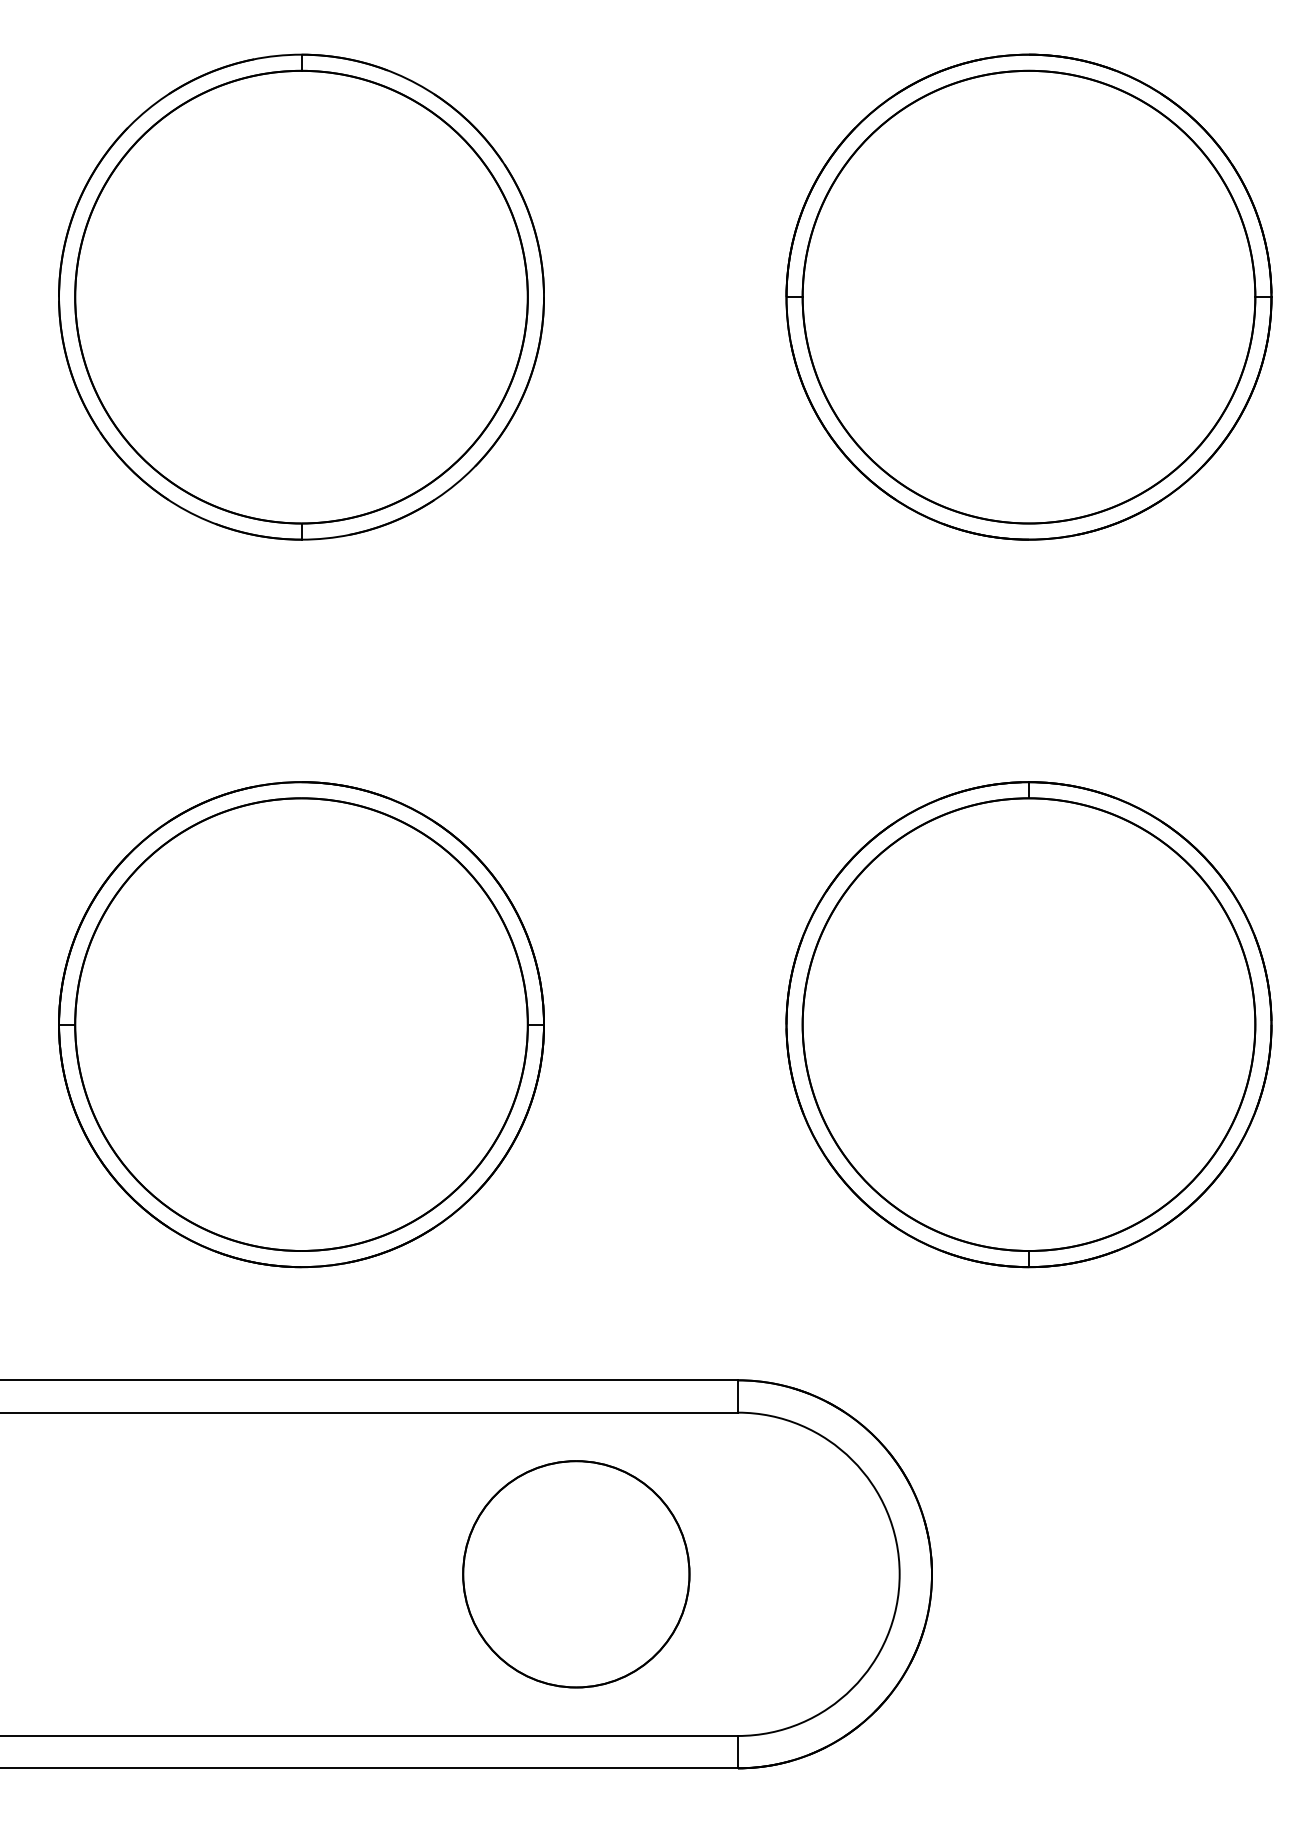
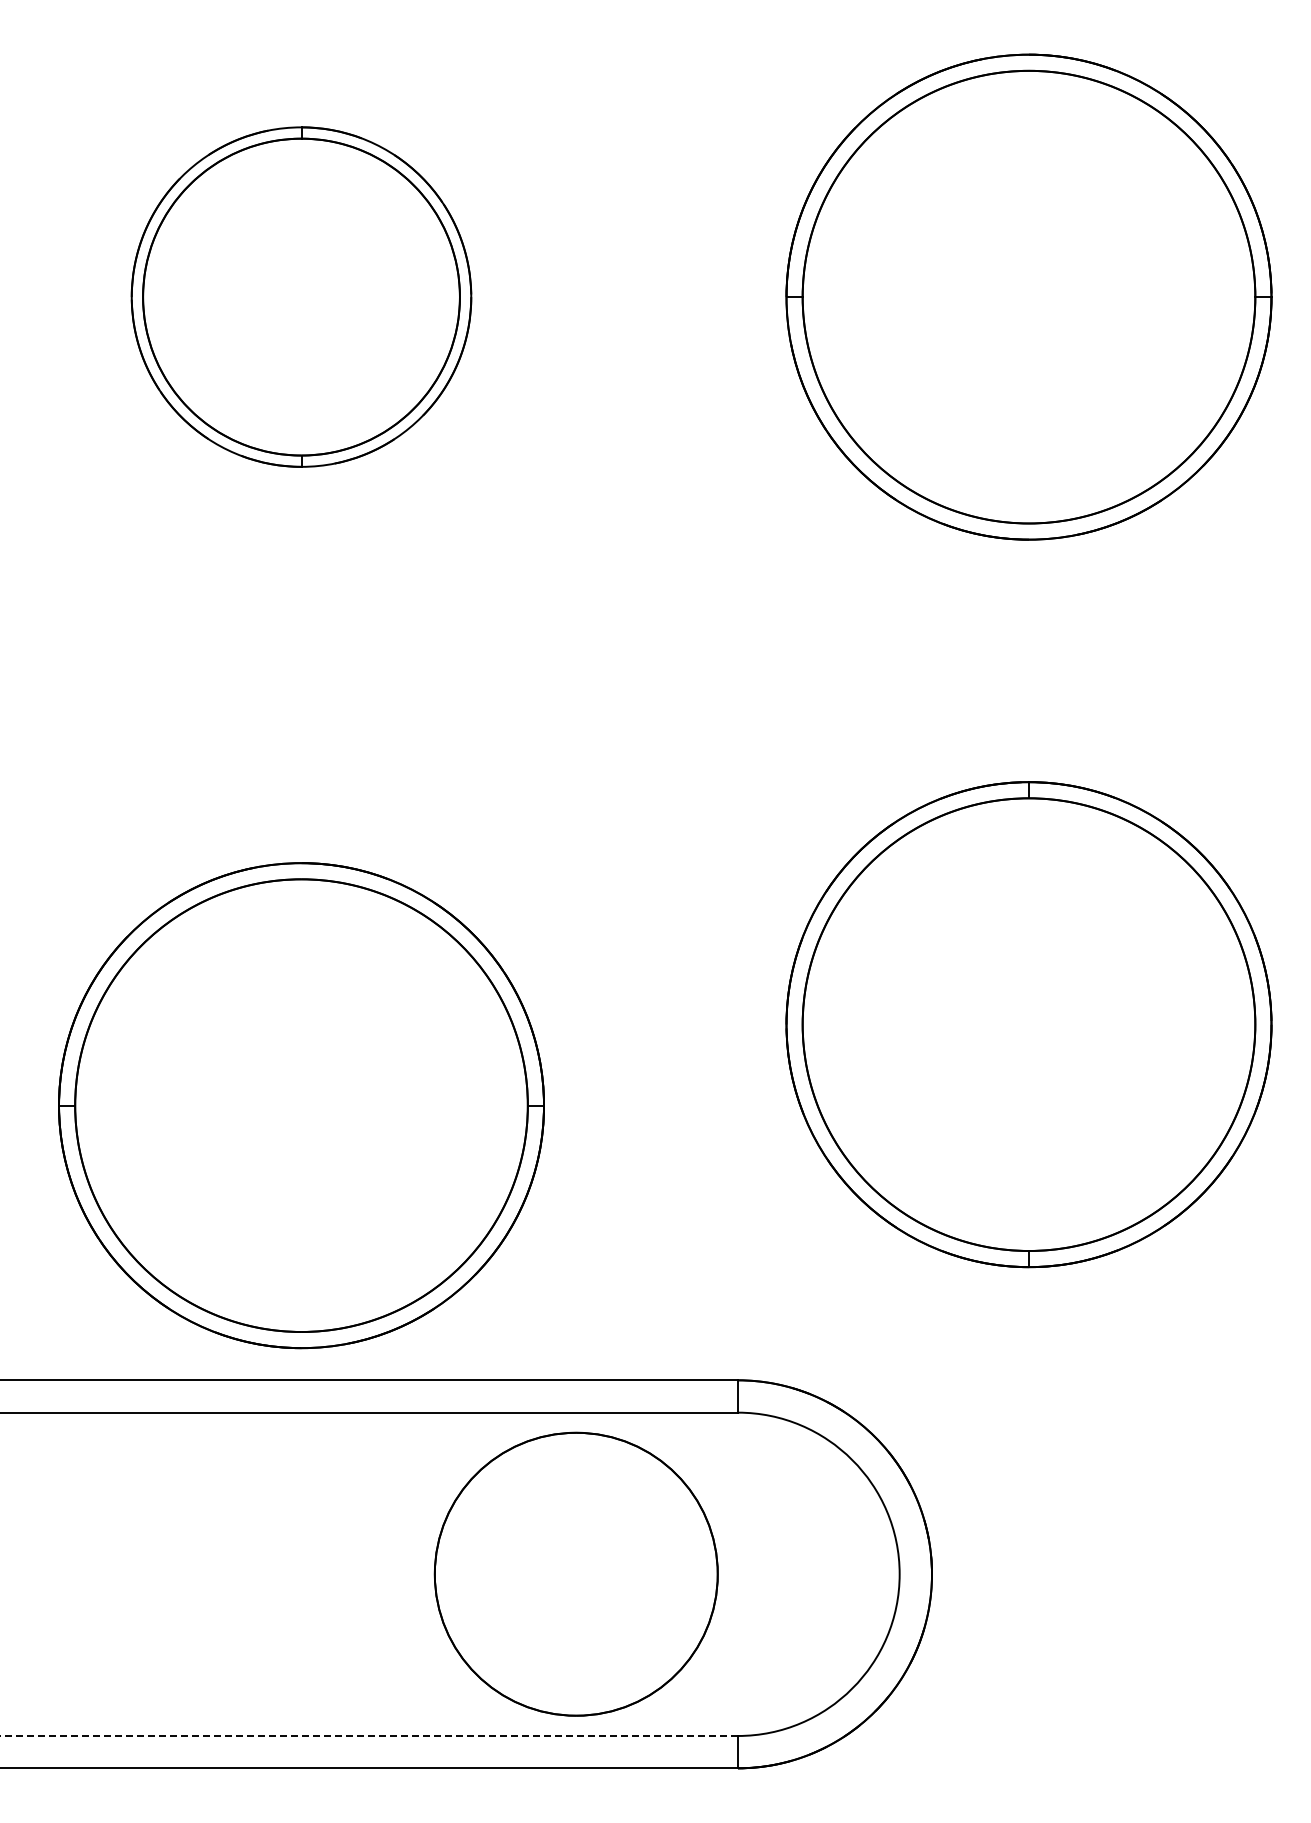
part at (301, 296) size: 487x488 px -> 343x342 px
part at (301, 1024) position: (301, 1024) -> (301, 1105)
circle at (576, 1574) size: 229x229 px -> 286x286 px
line at (369, 1735): solid -> dashed
